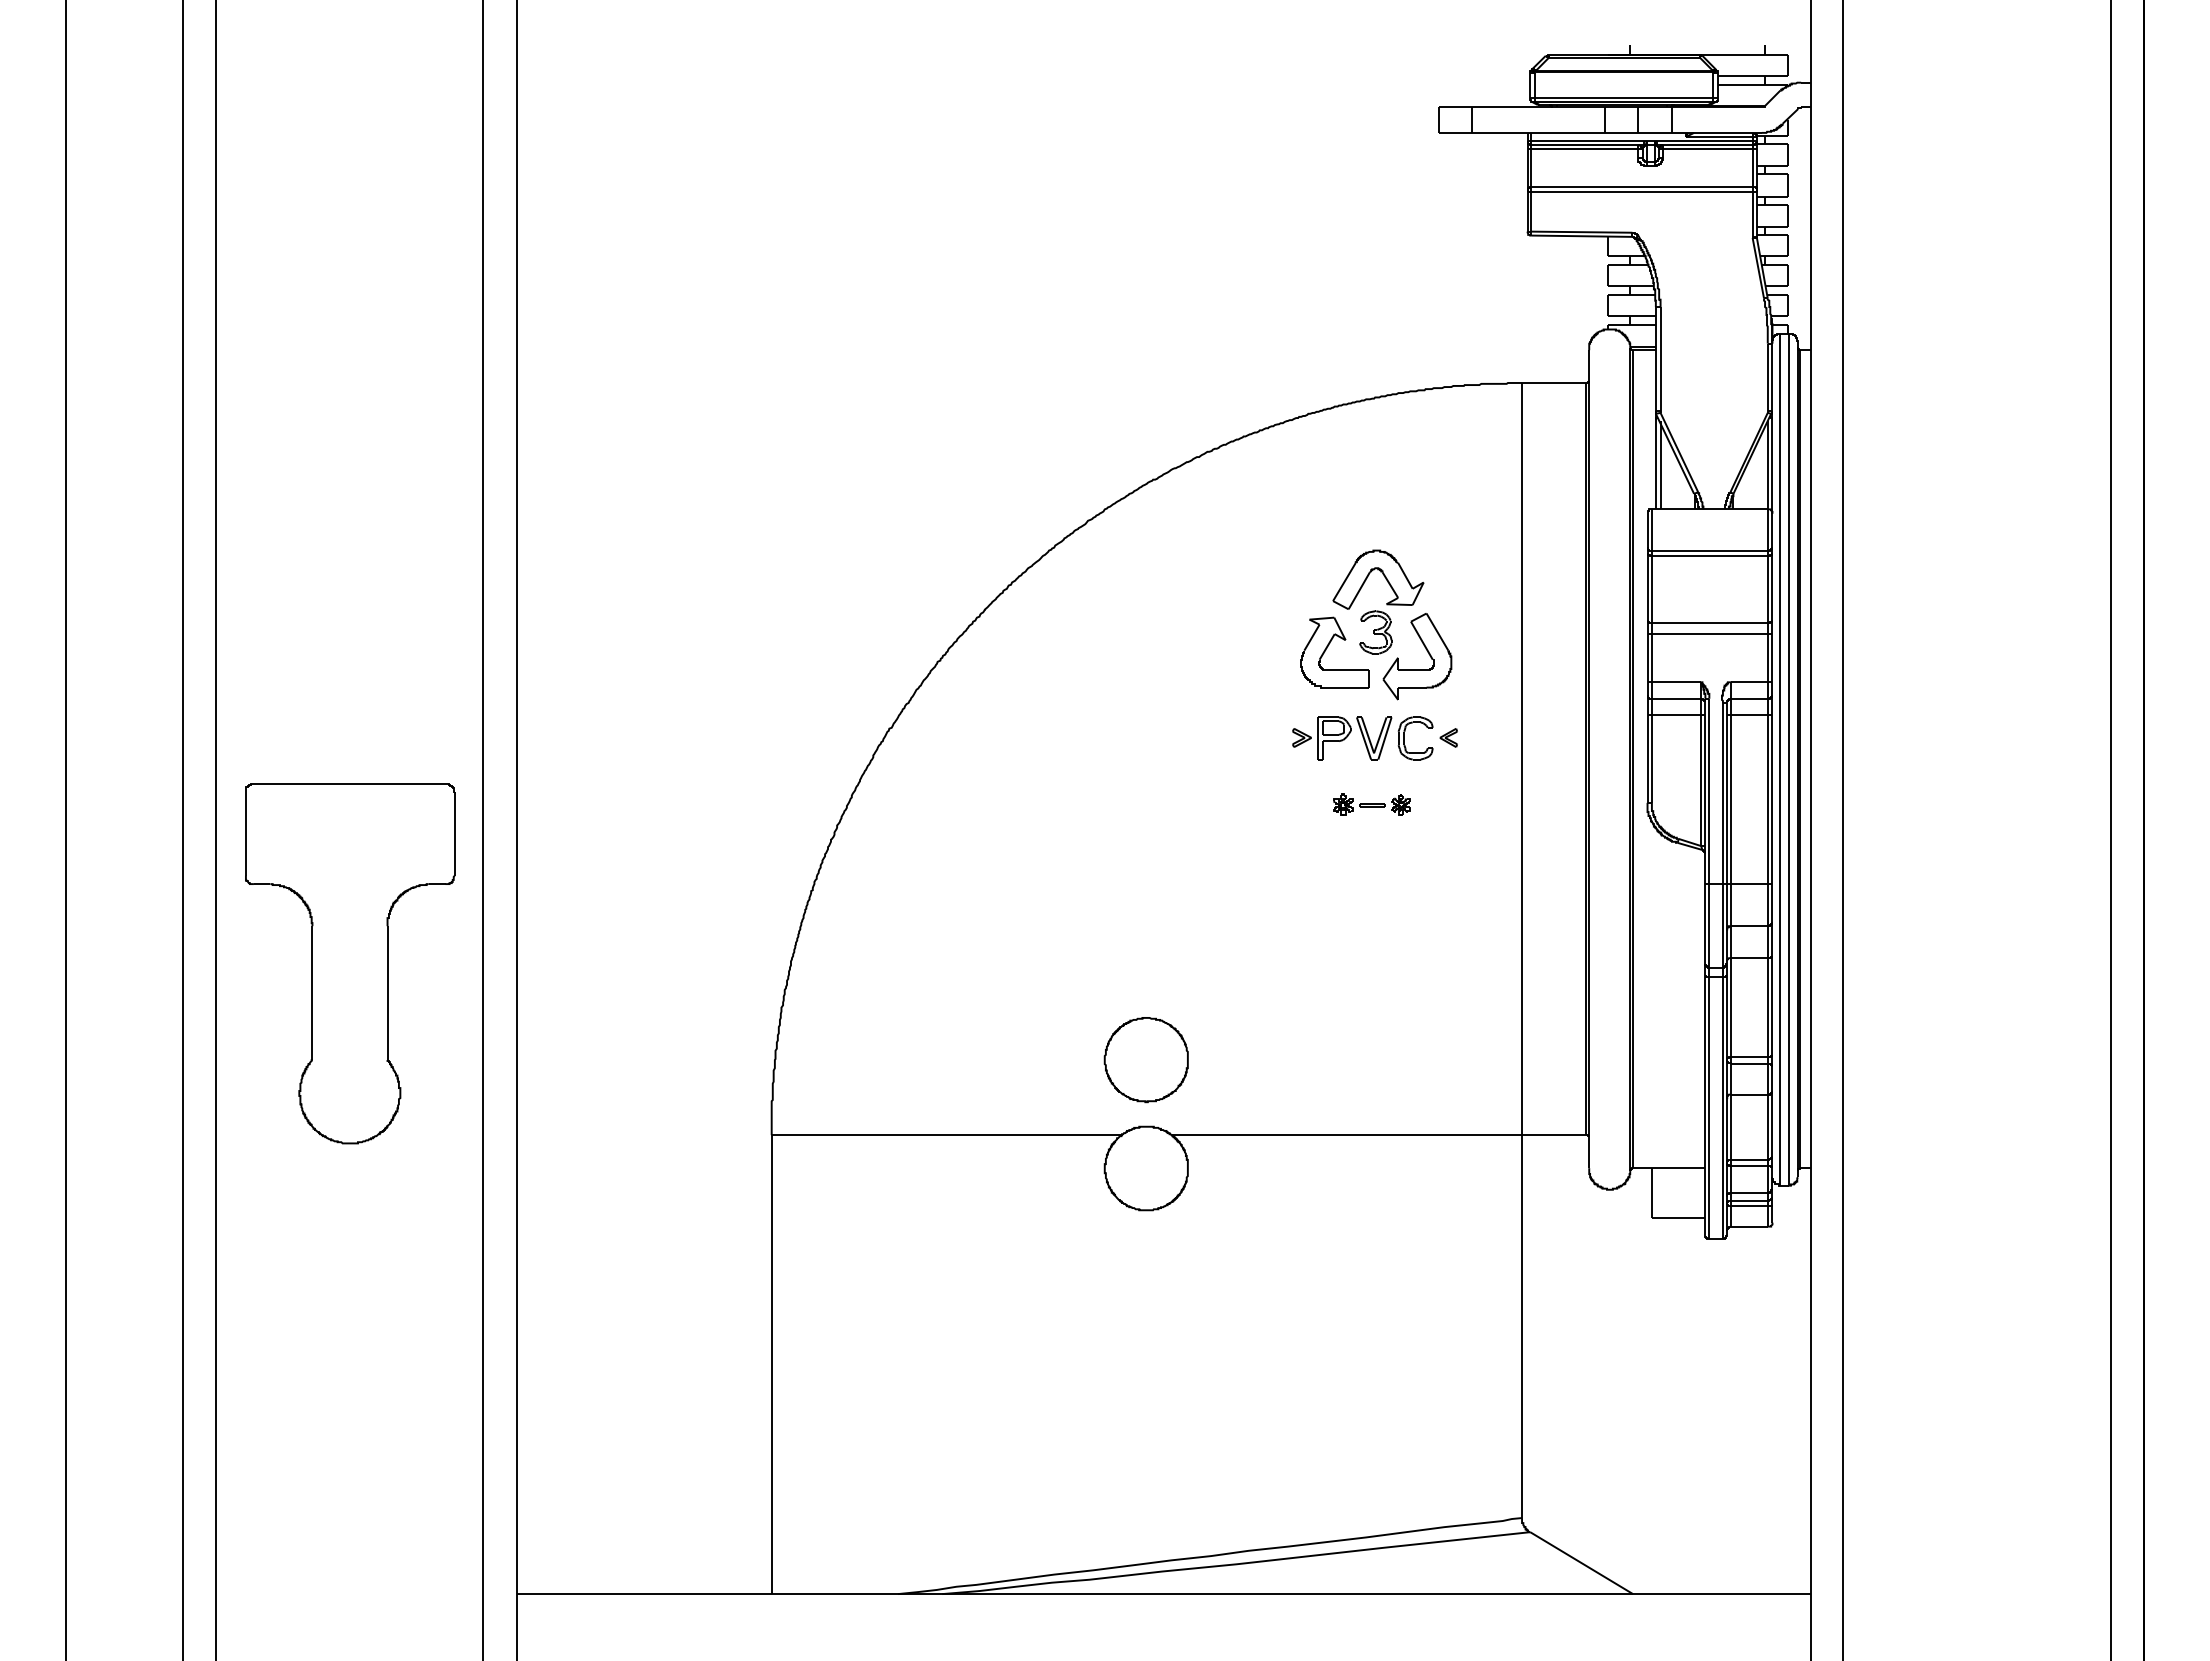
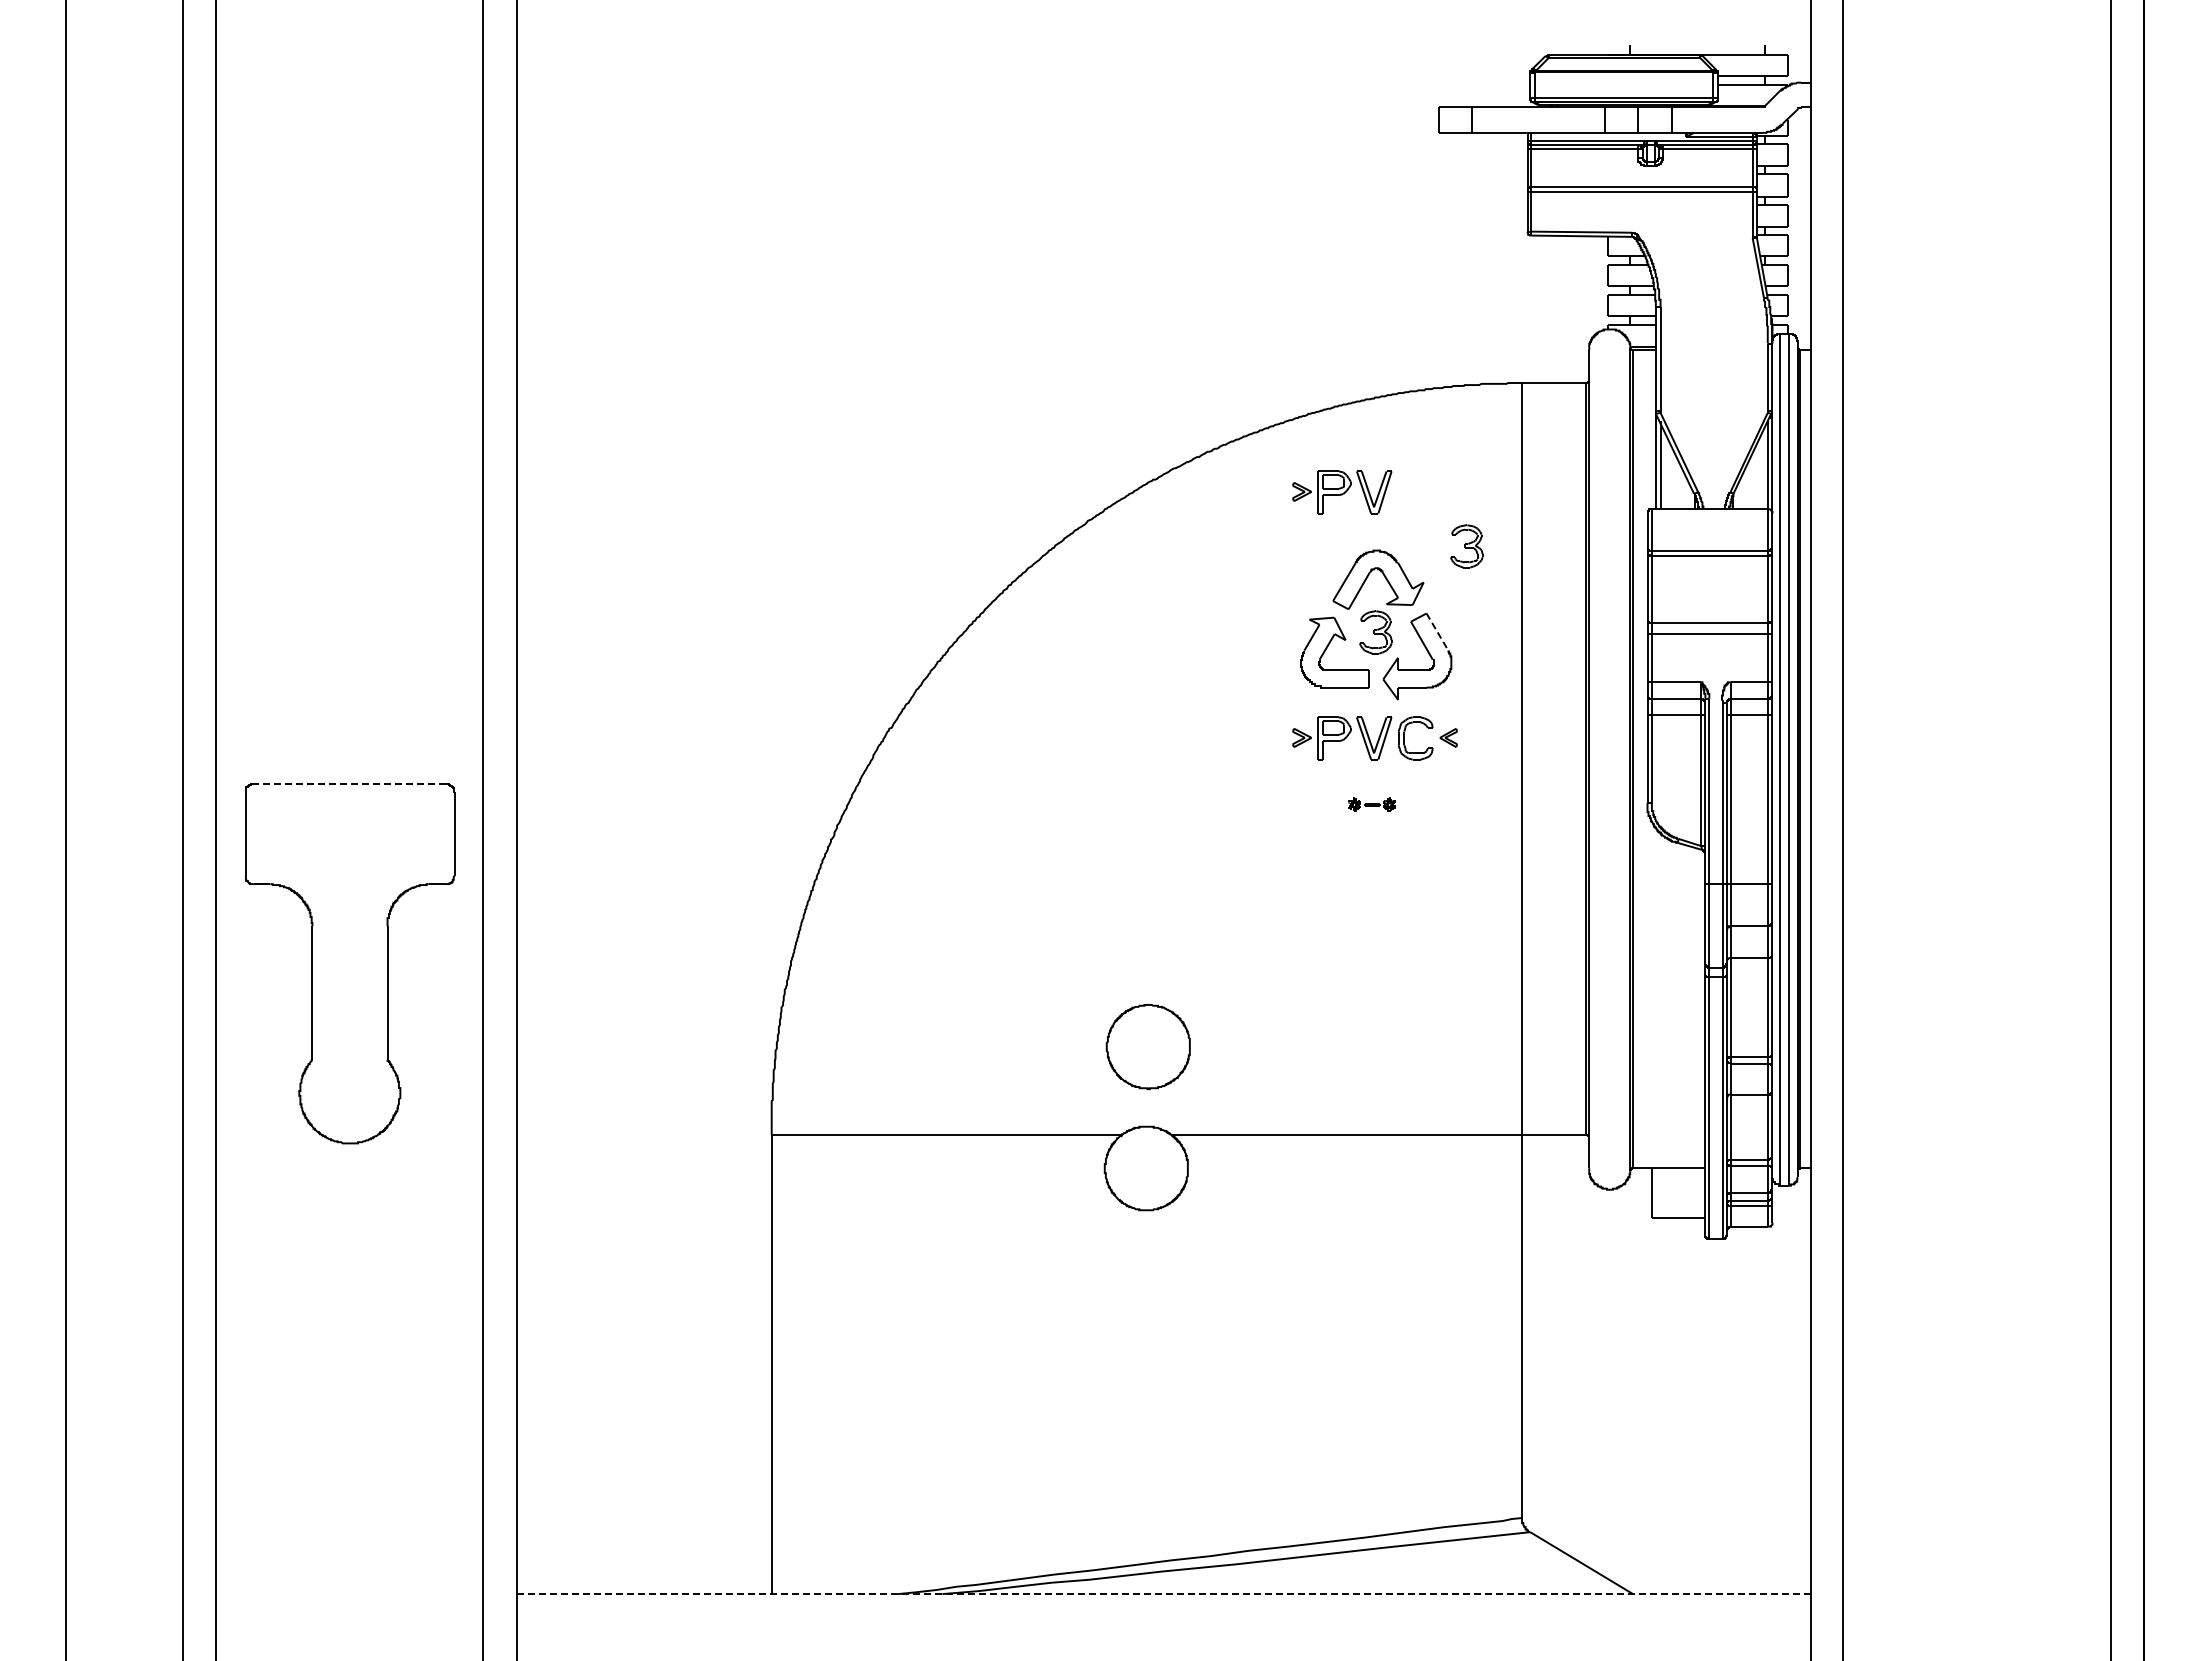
part at (1342, 492): none -> present
part at (1466, 546): none -> present
line at (1437, 632): solid -> dashed
line at (349, 784): solid -> dashed
part at (1371, 804) size: 78x23 px -> 48x15 px
part at (1145, 1060) position: (1145, 1060) -> (1147, 1047)
line at (1163, 1594): solid -> dashed
